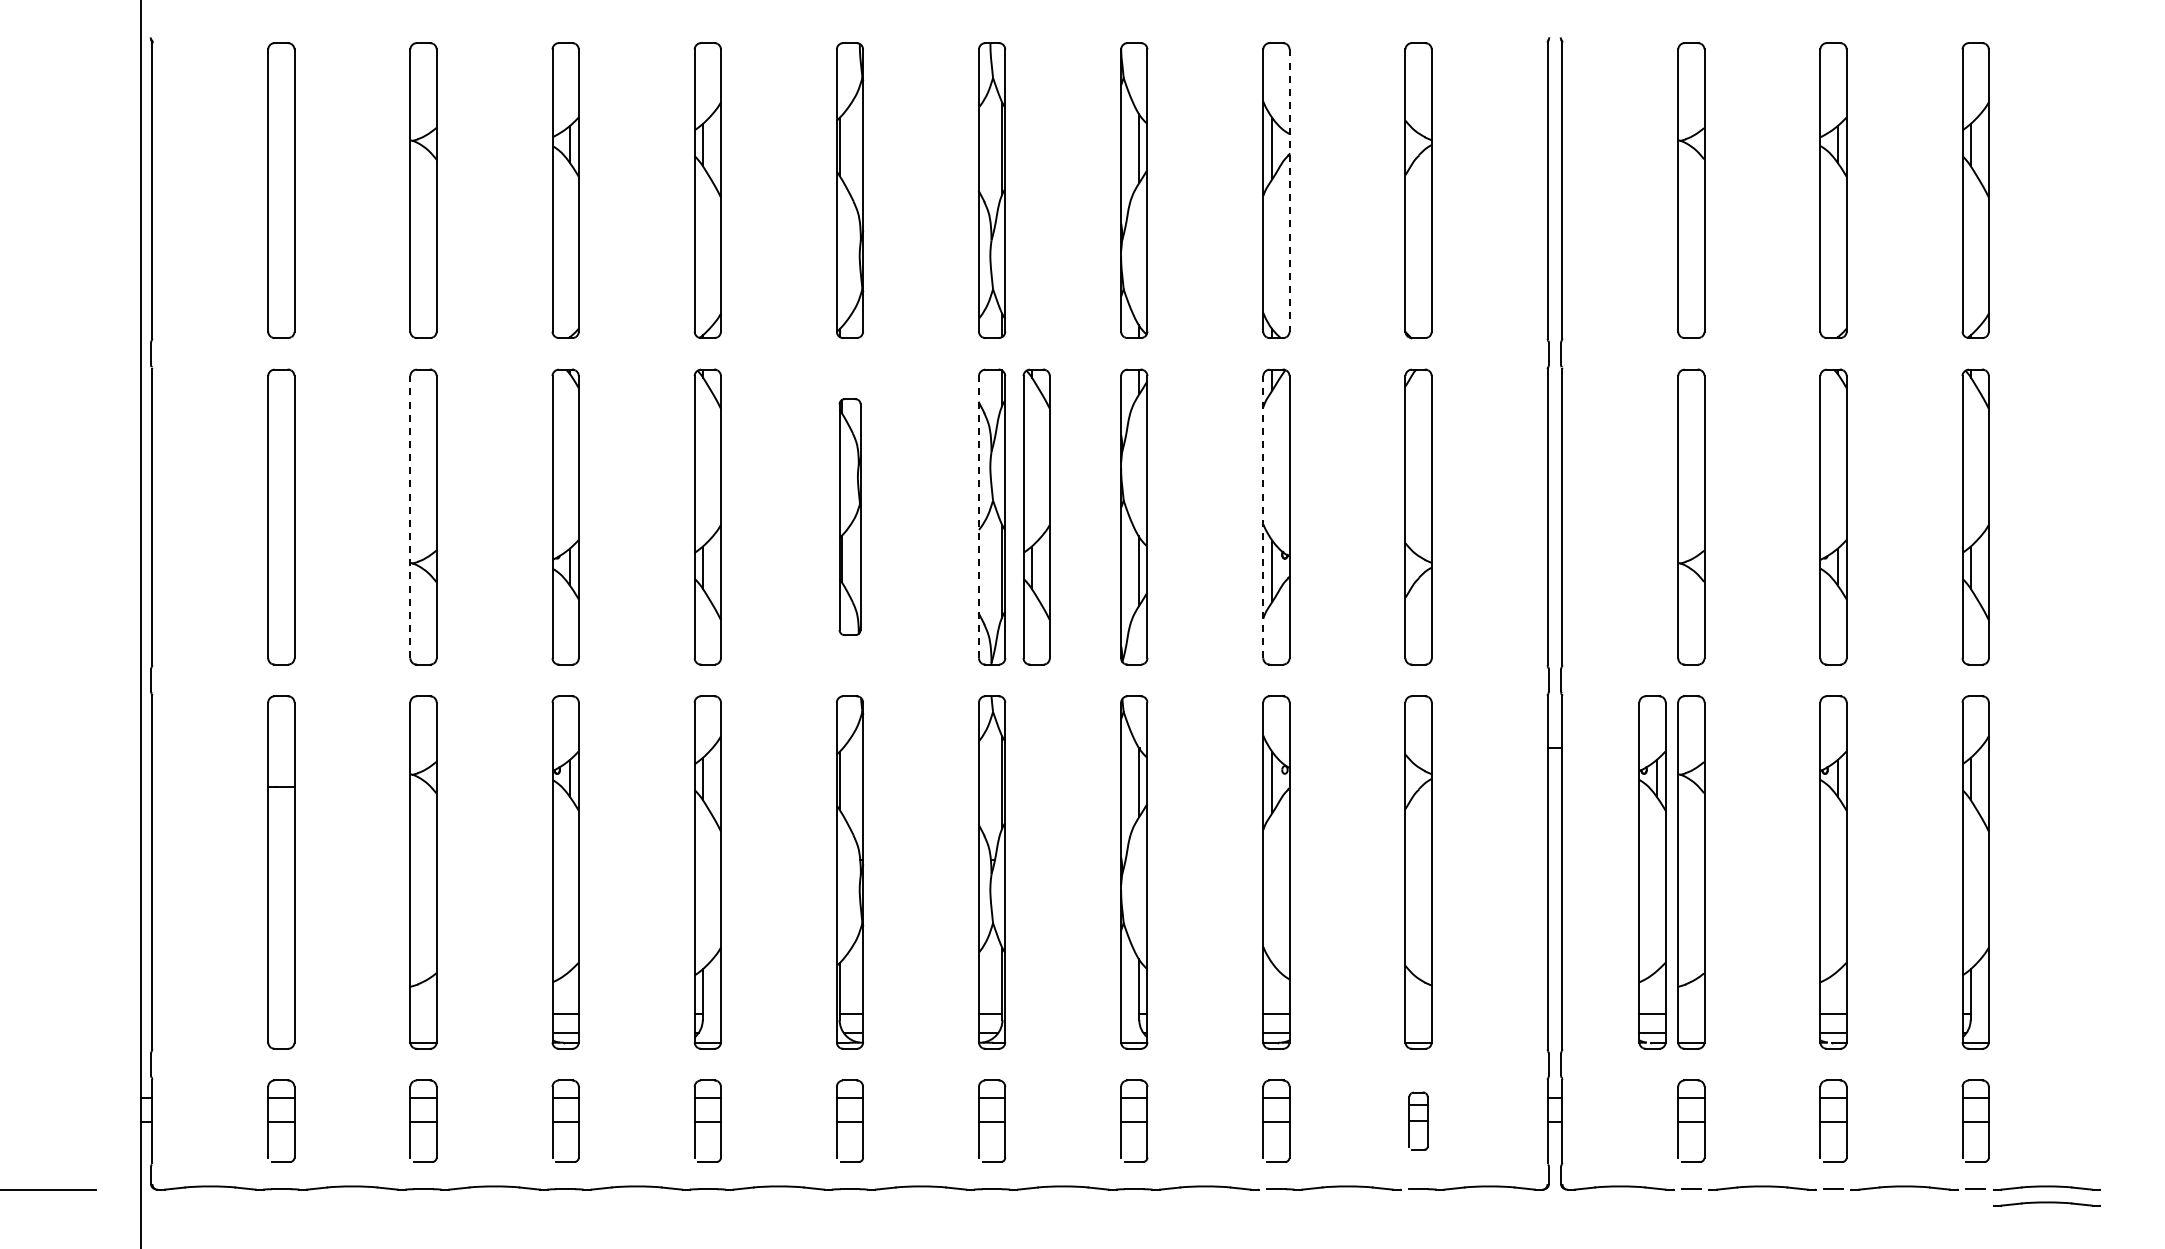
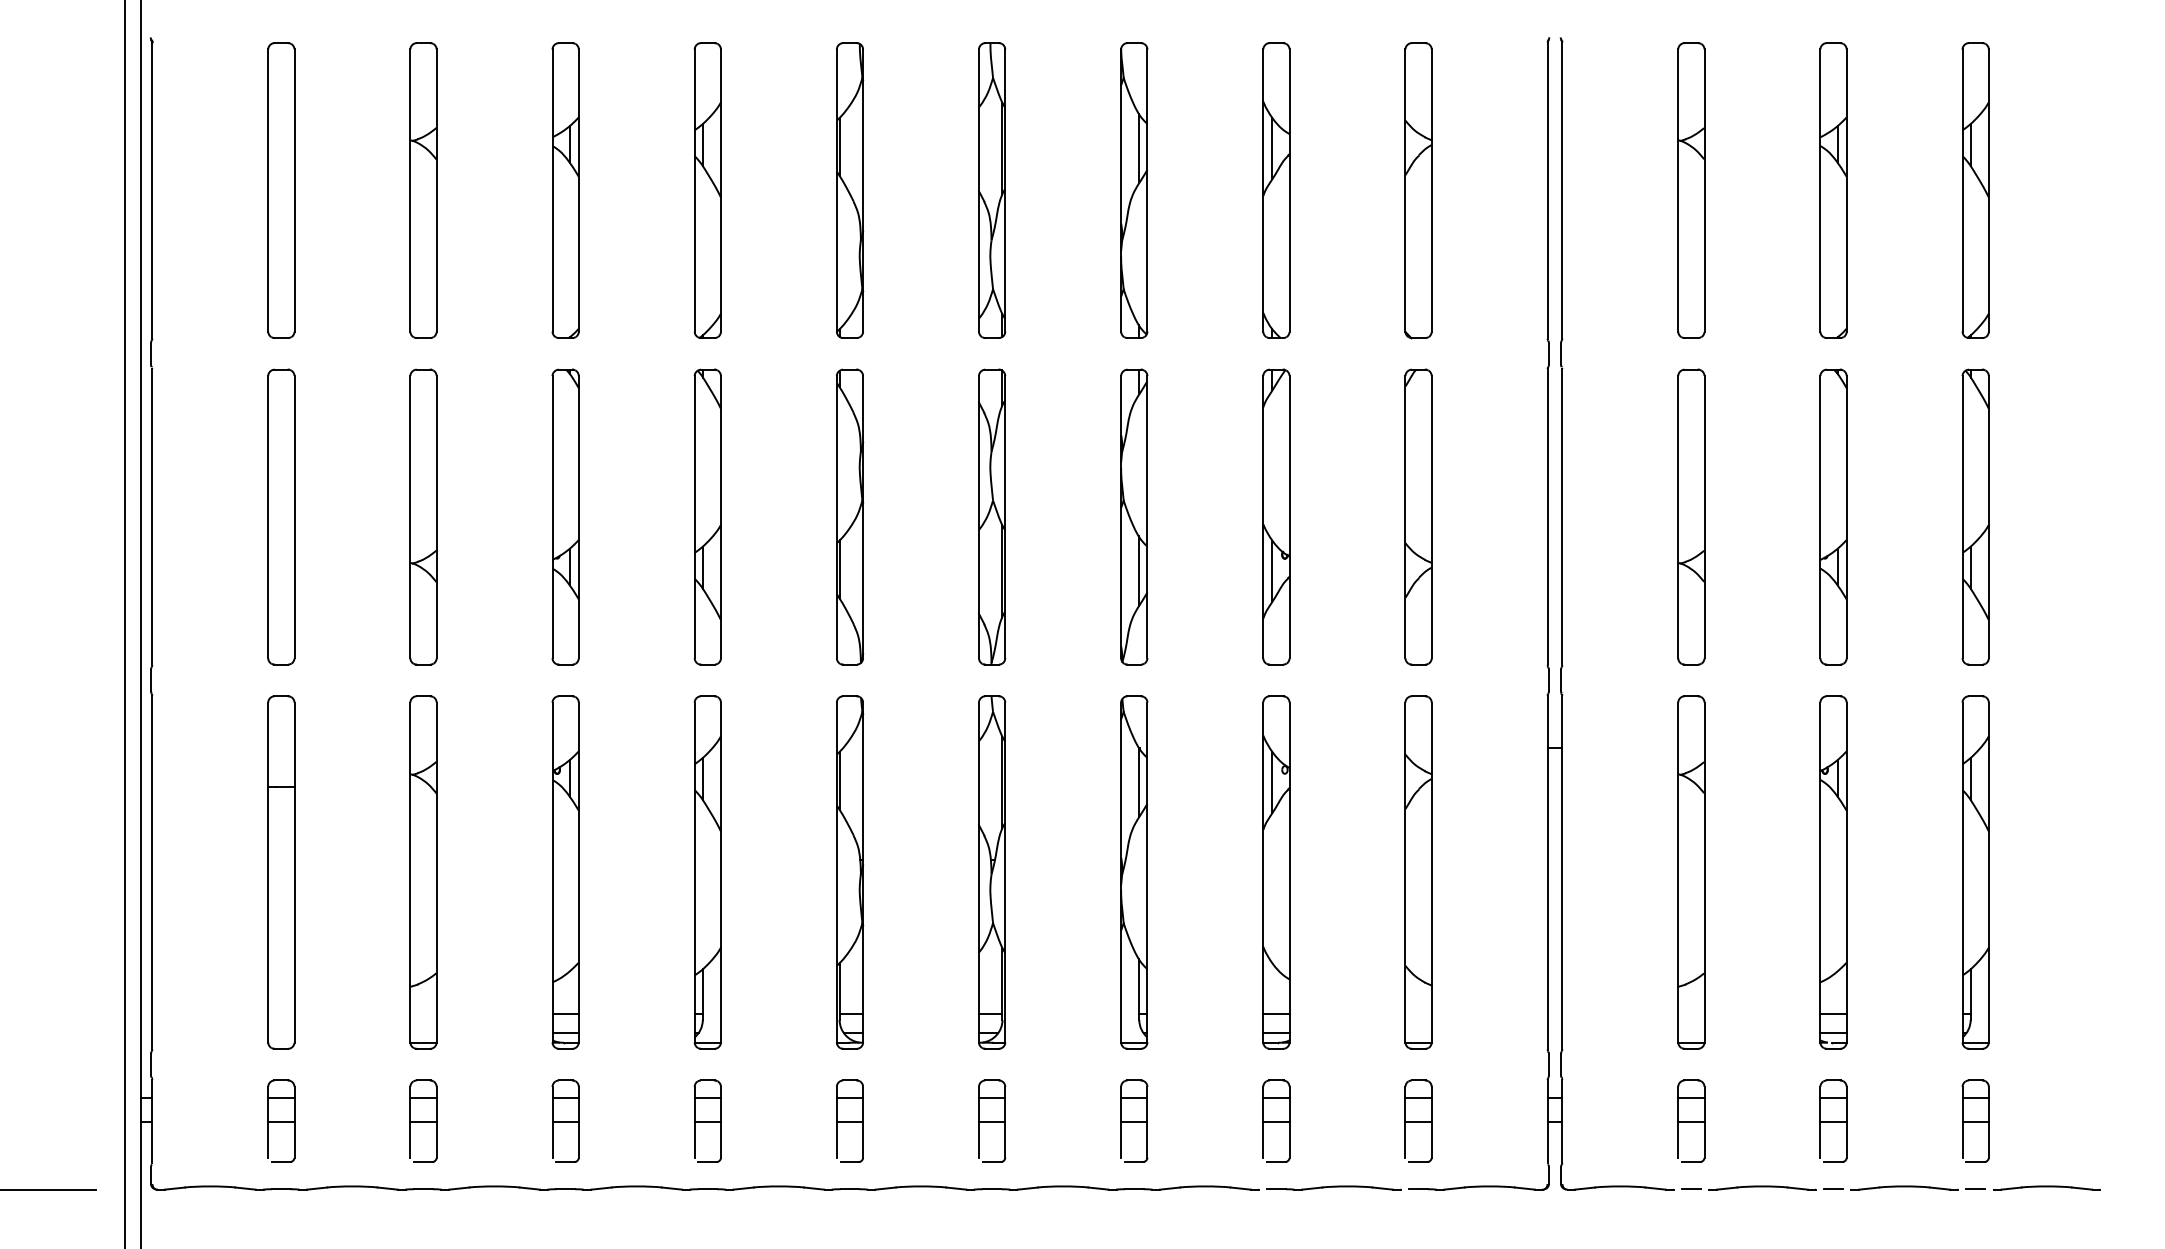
line at (1289, 191): dashed -> solid
line at (410, 516): dashed -> solid
part at (849, 516) size: 24x238 px -> 29x298 px
line at (979, 516): dashed -> solid
part at (1036, 516): present -> none
line at (1263, 516): dashed -> solid
line at (125, 623): none -> present
part at (1652, 872): present -> none
part at (1418, 1120) size: 21x60 px -> 29x84 px
part at (2046, 1203): present -> none
